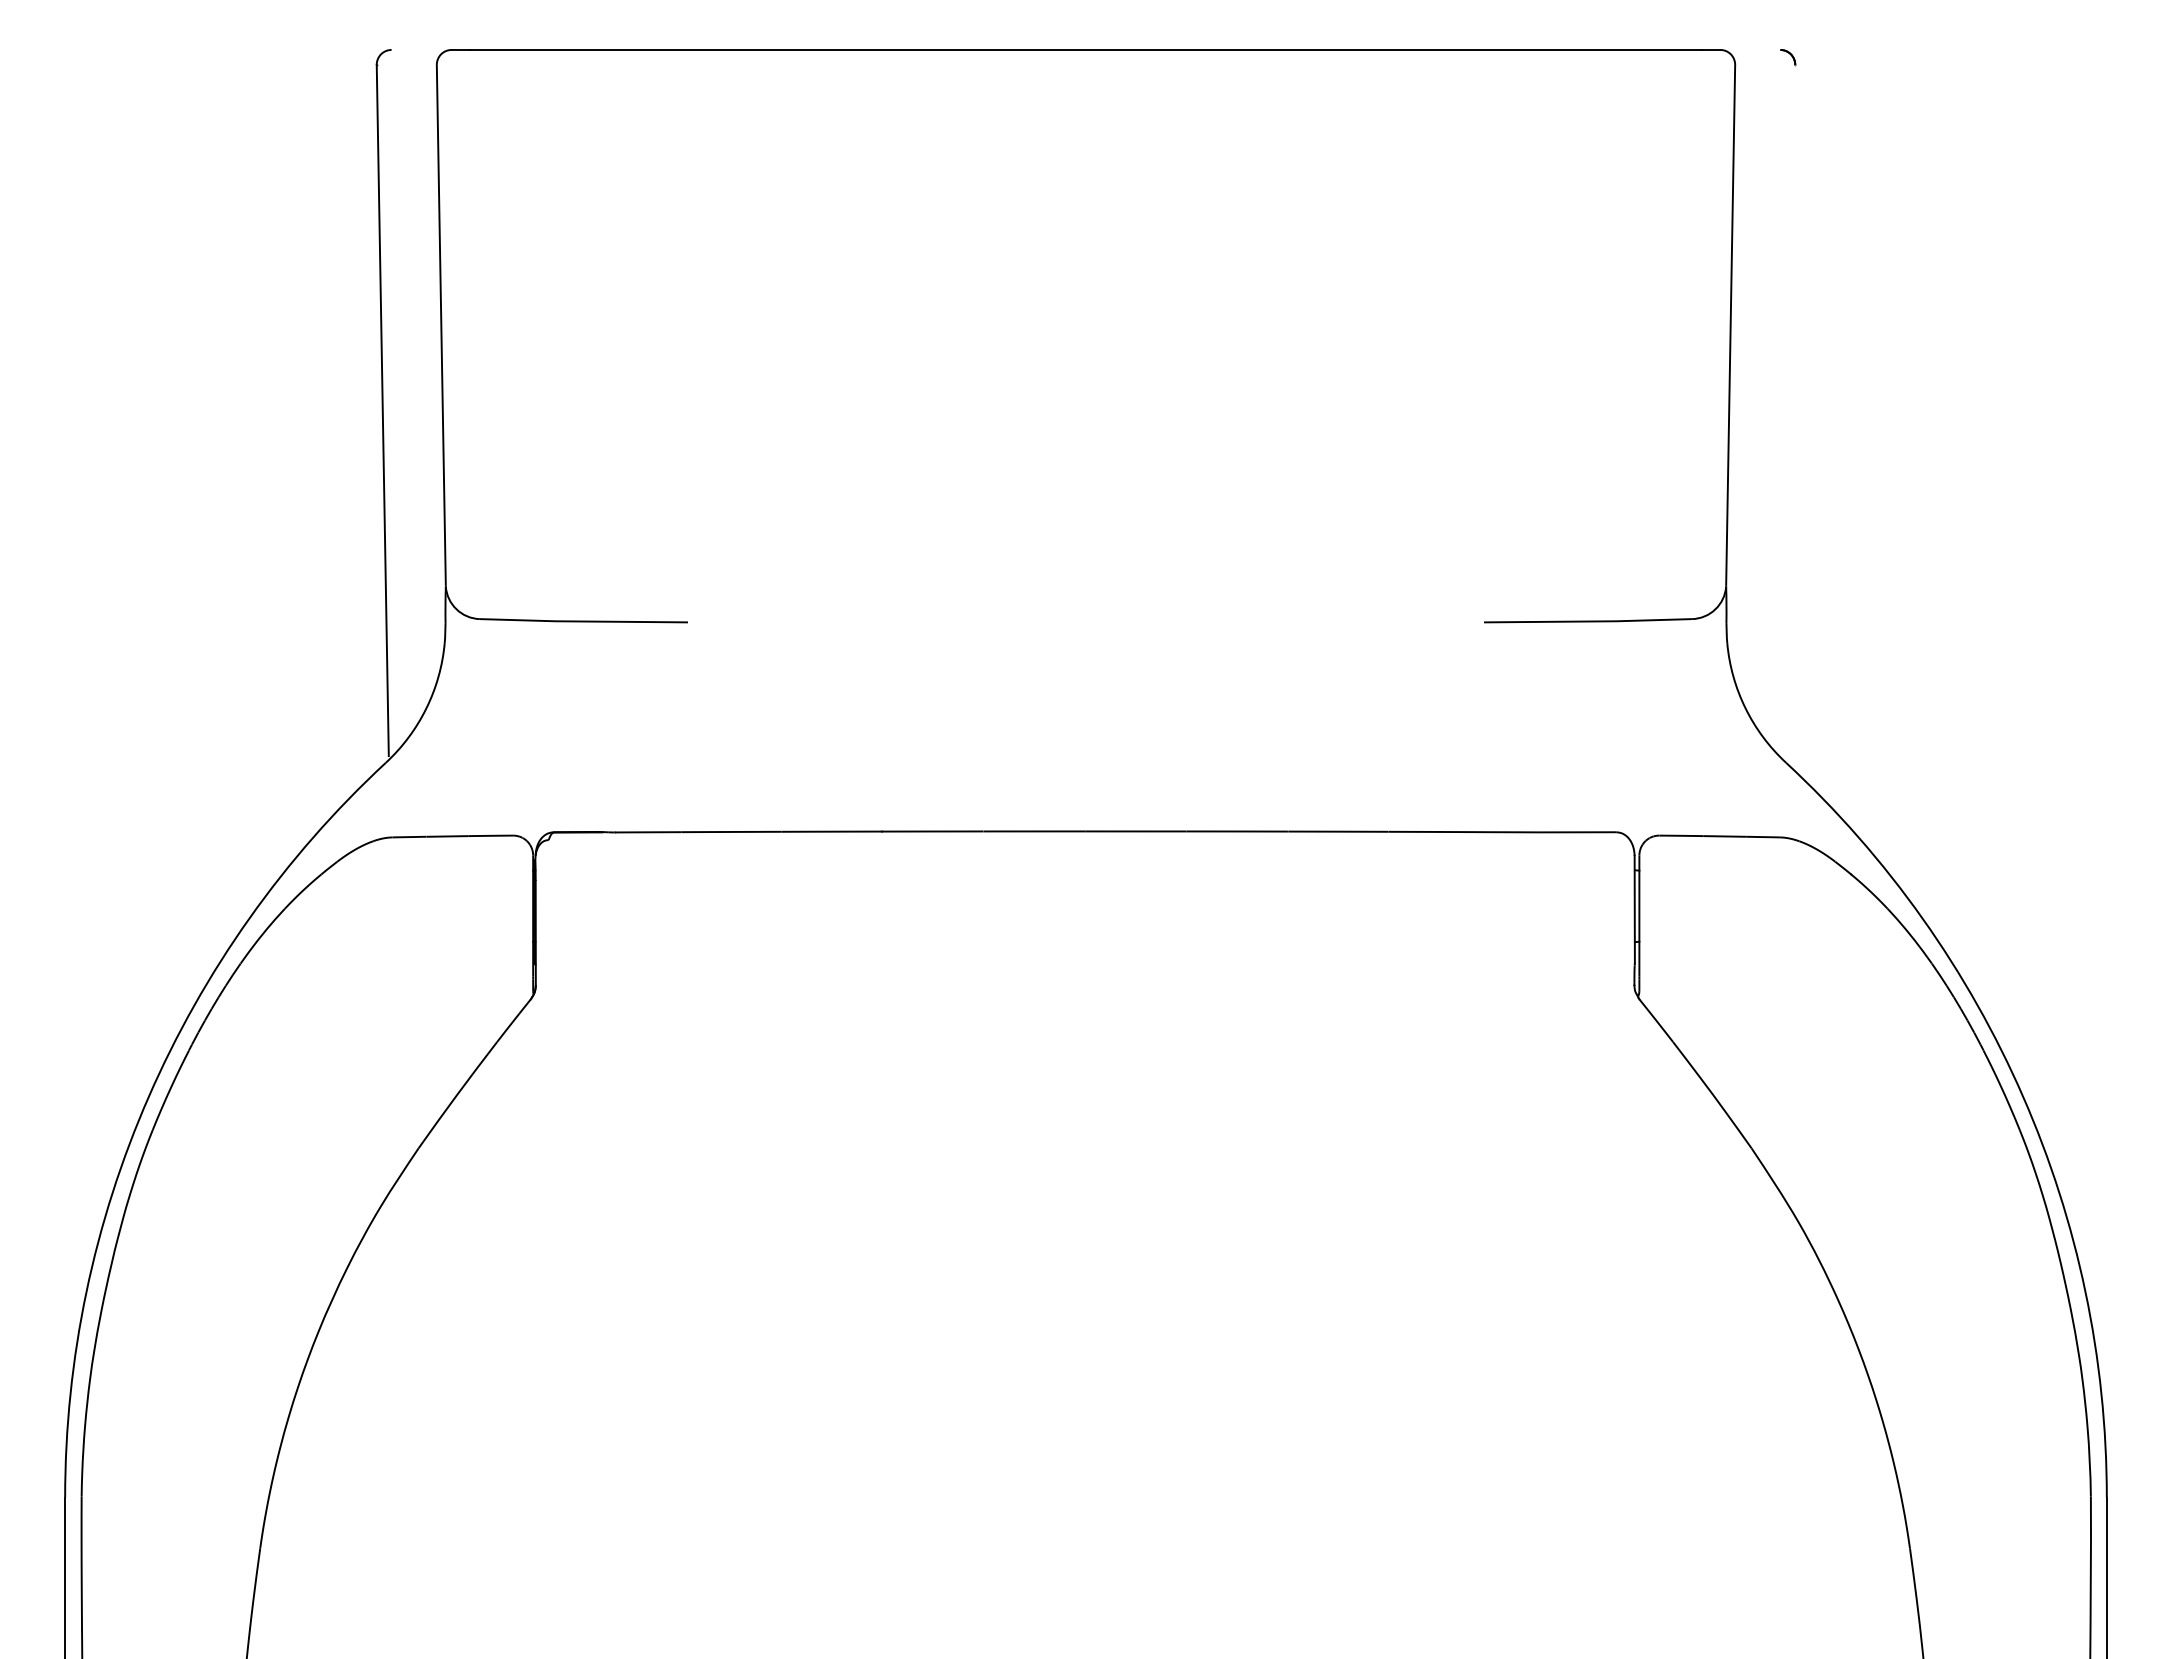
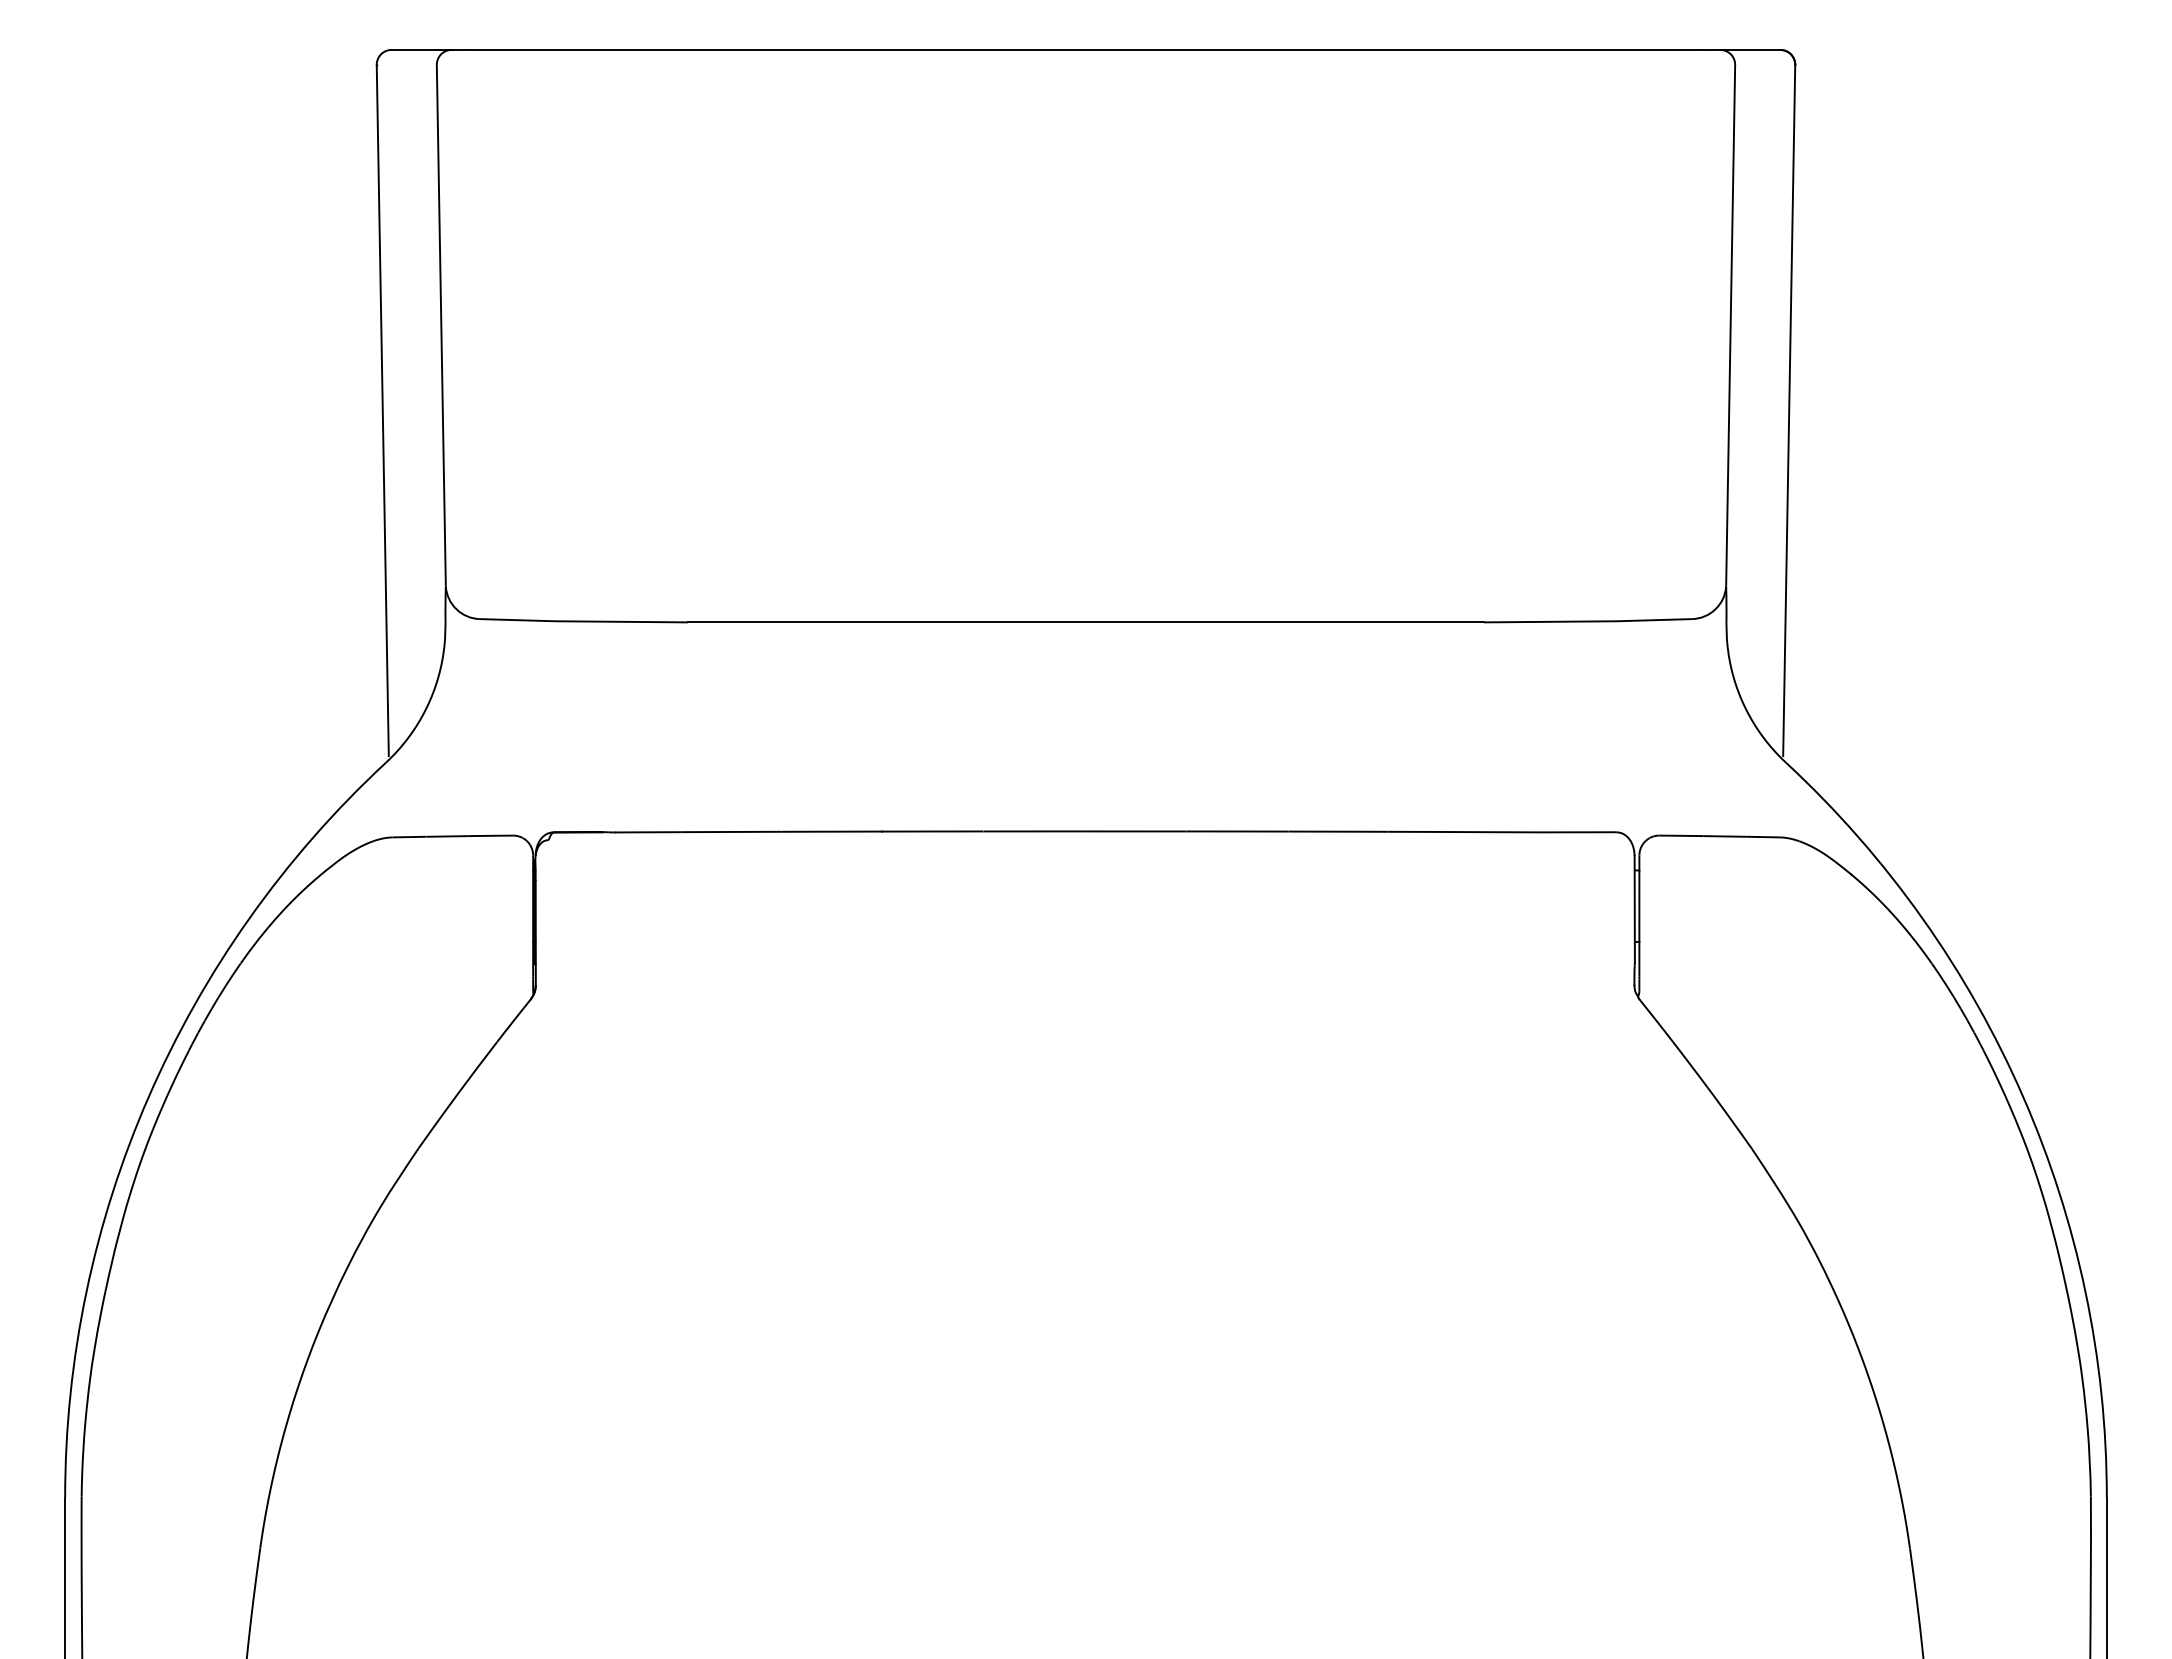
line at (421, 49): none -> present
line at (1750, 49): none -> present
line at (1789, 410): none -> present
line at (1085, 622): none -> present
